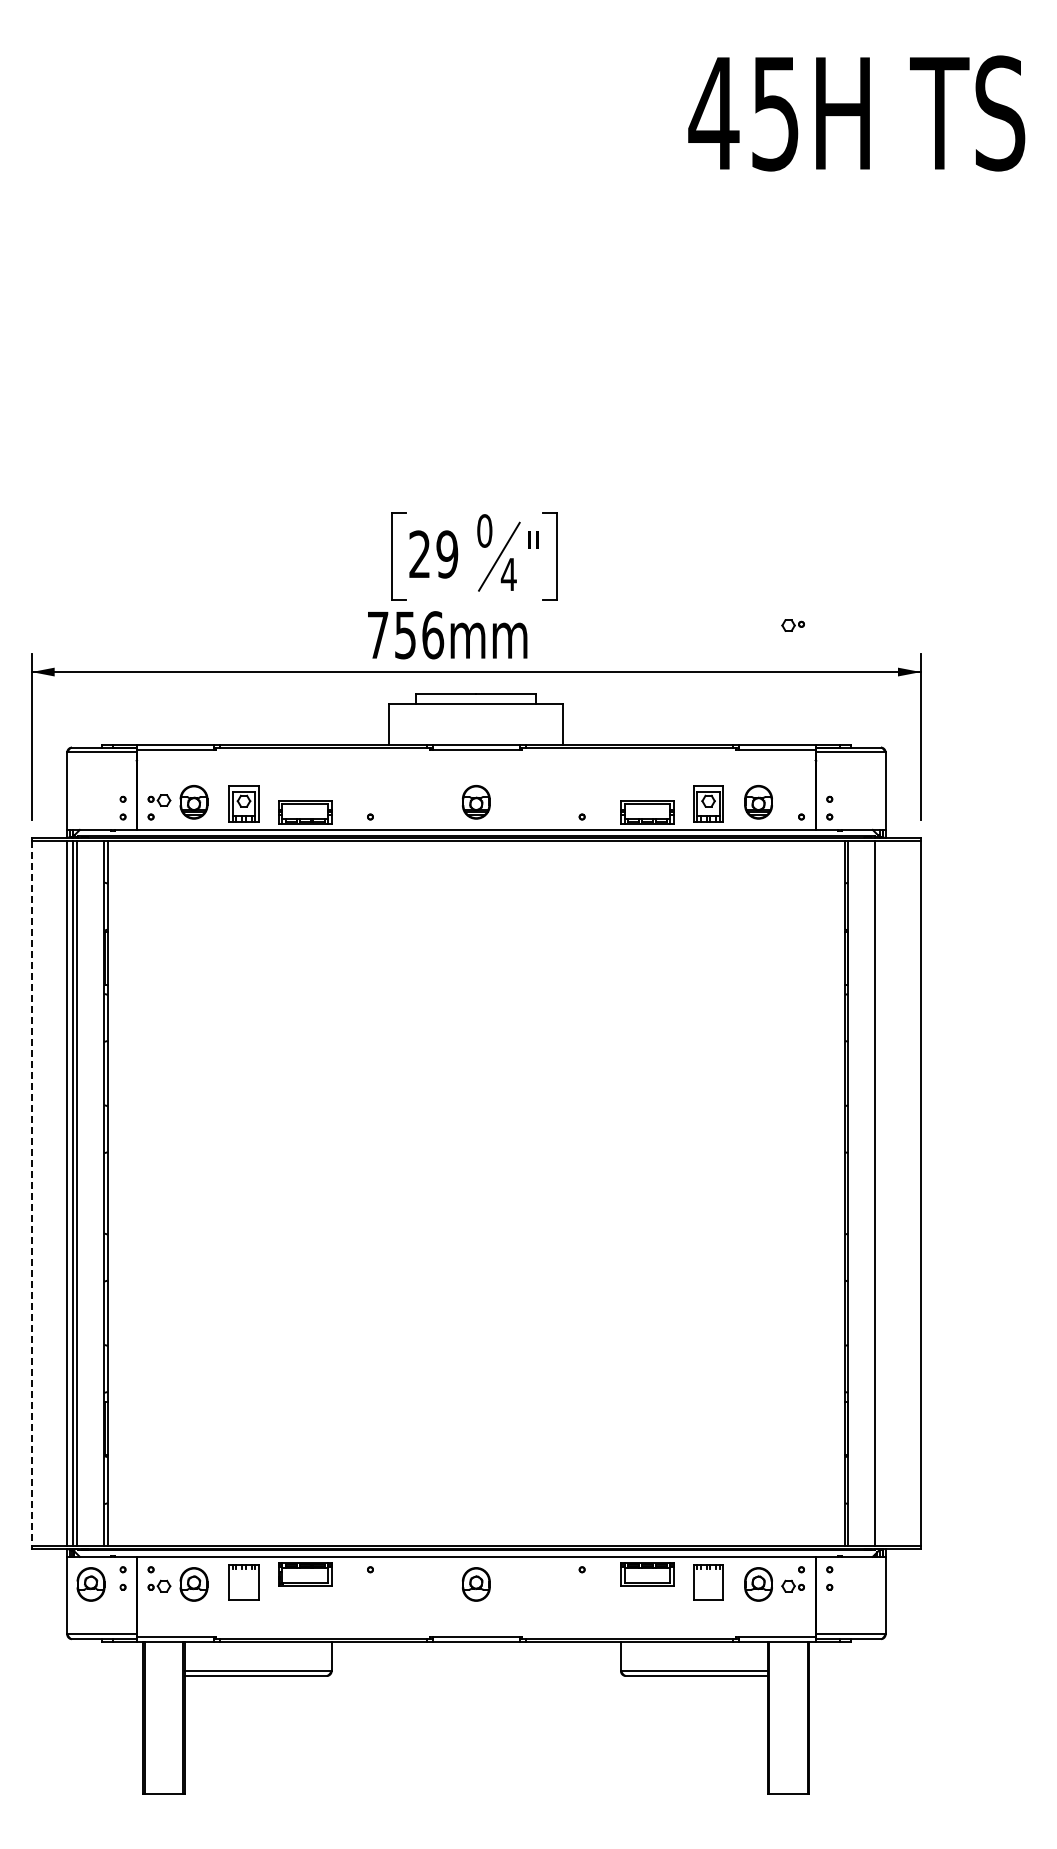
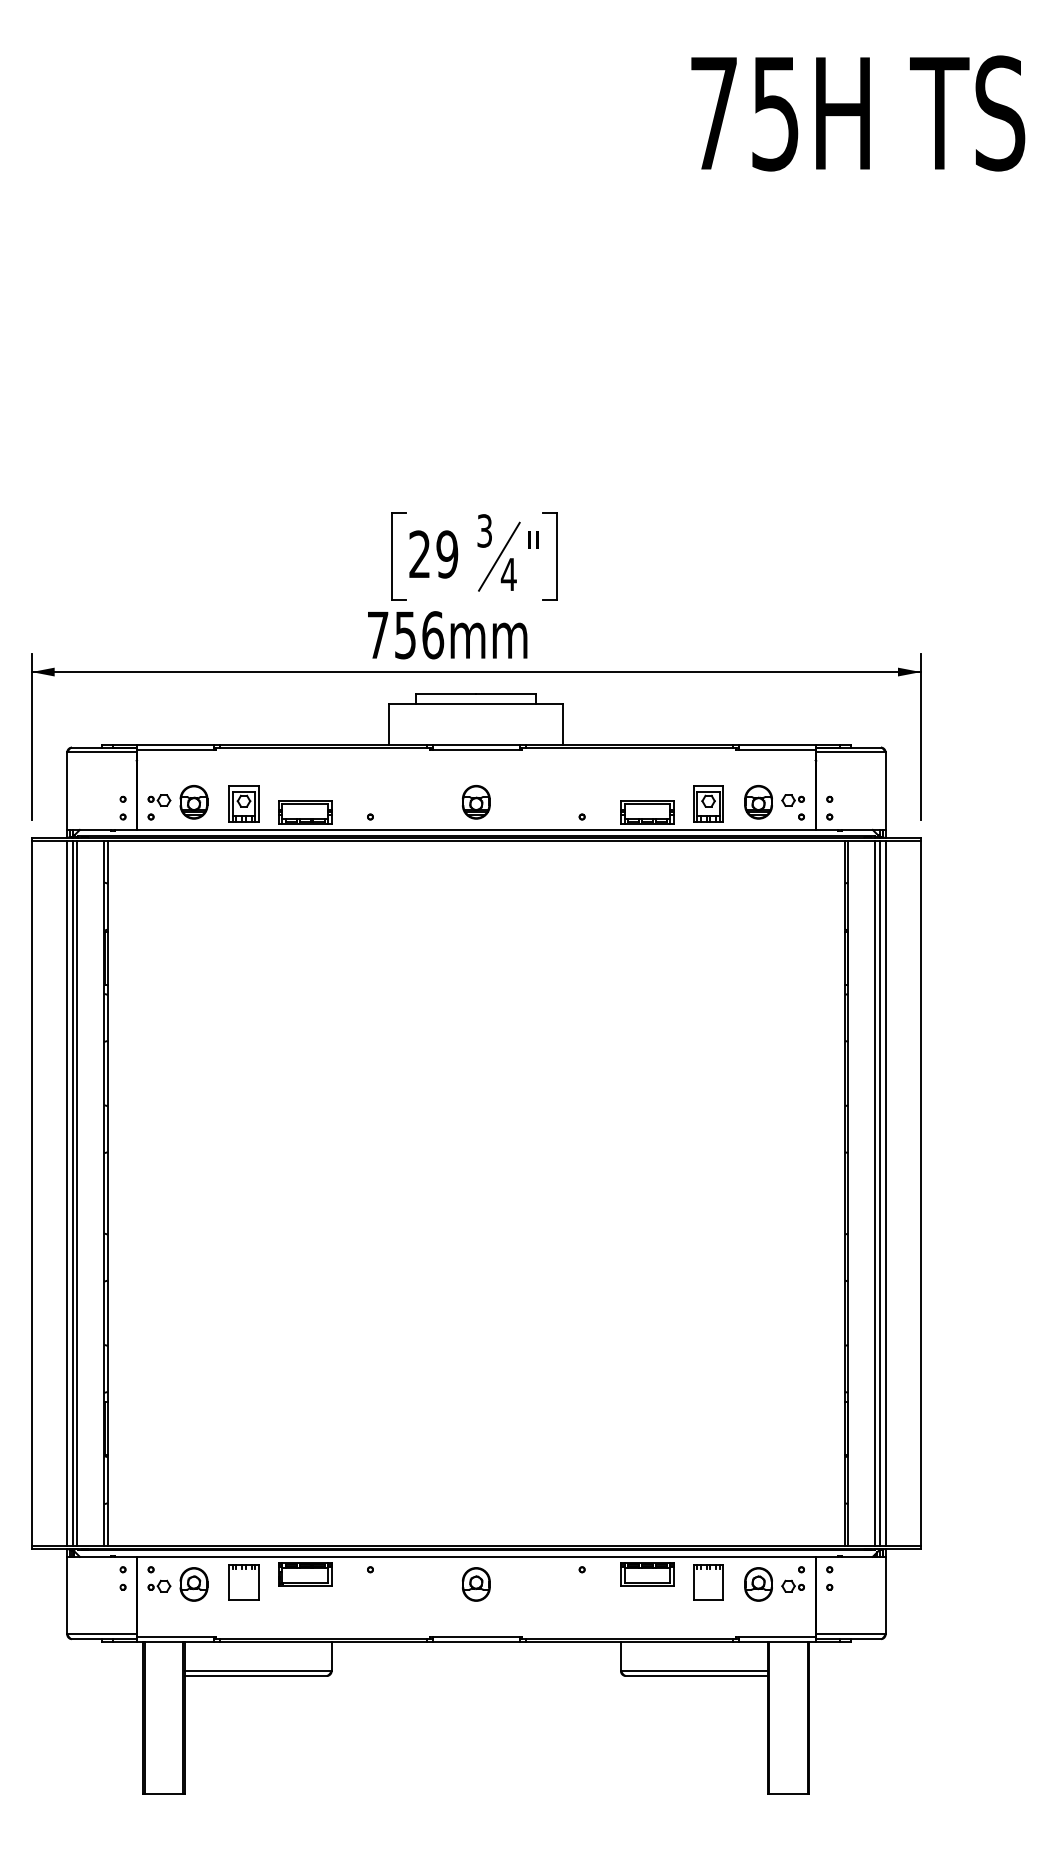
text at (713, 113): 45H -> 75H
text at (484, 530): 0 -> 3
part at (792, 625) position: (792, 625) -> (792, 800)
line at (31, 1193): dashed -> solid
line at (880, 1193): none -> present
line at (885, 1193): none -> present
part at (90, 1584): present -> none
